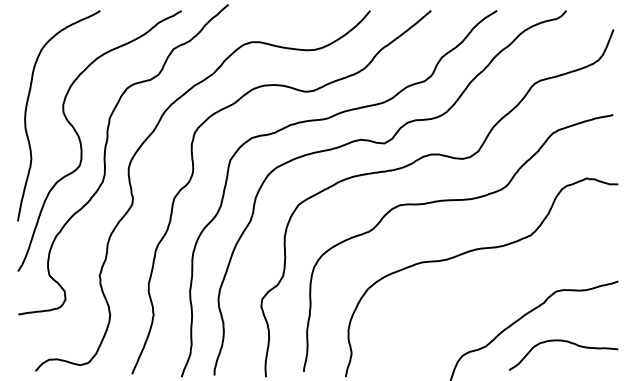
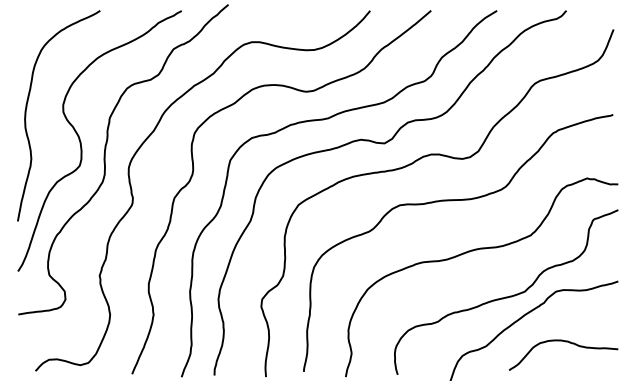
curve at (509, 295): none -> present
